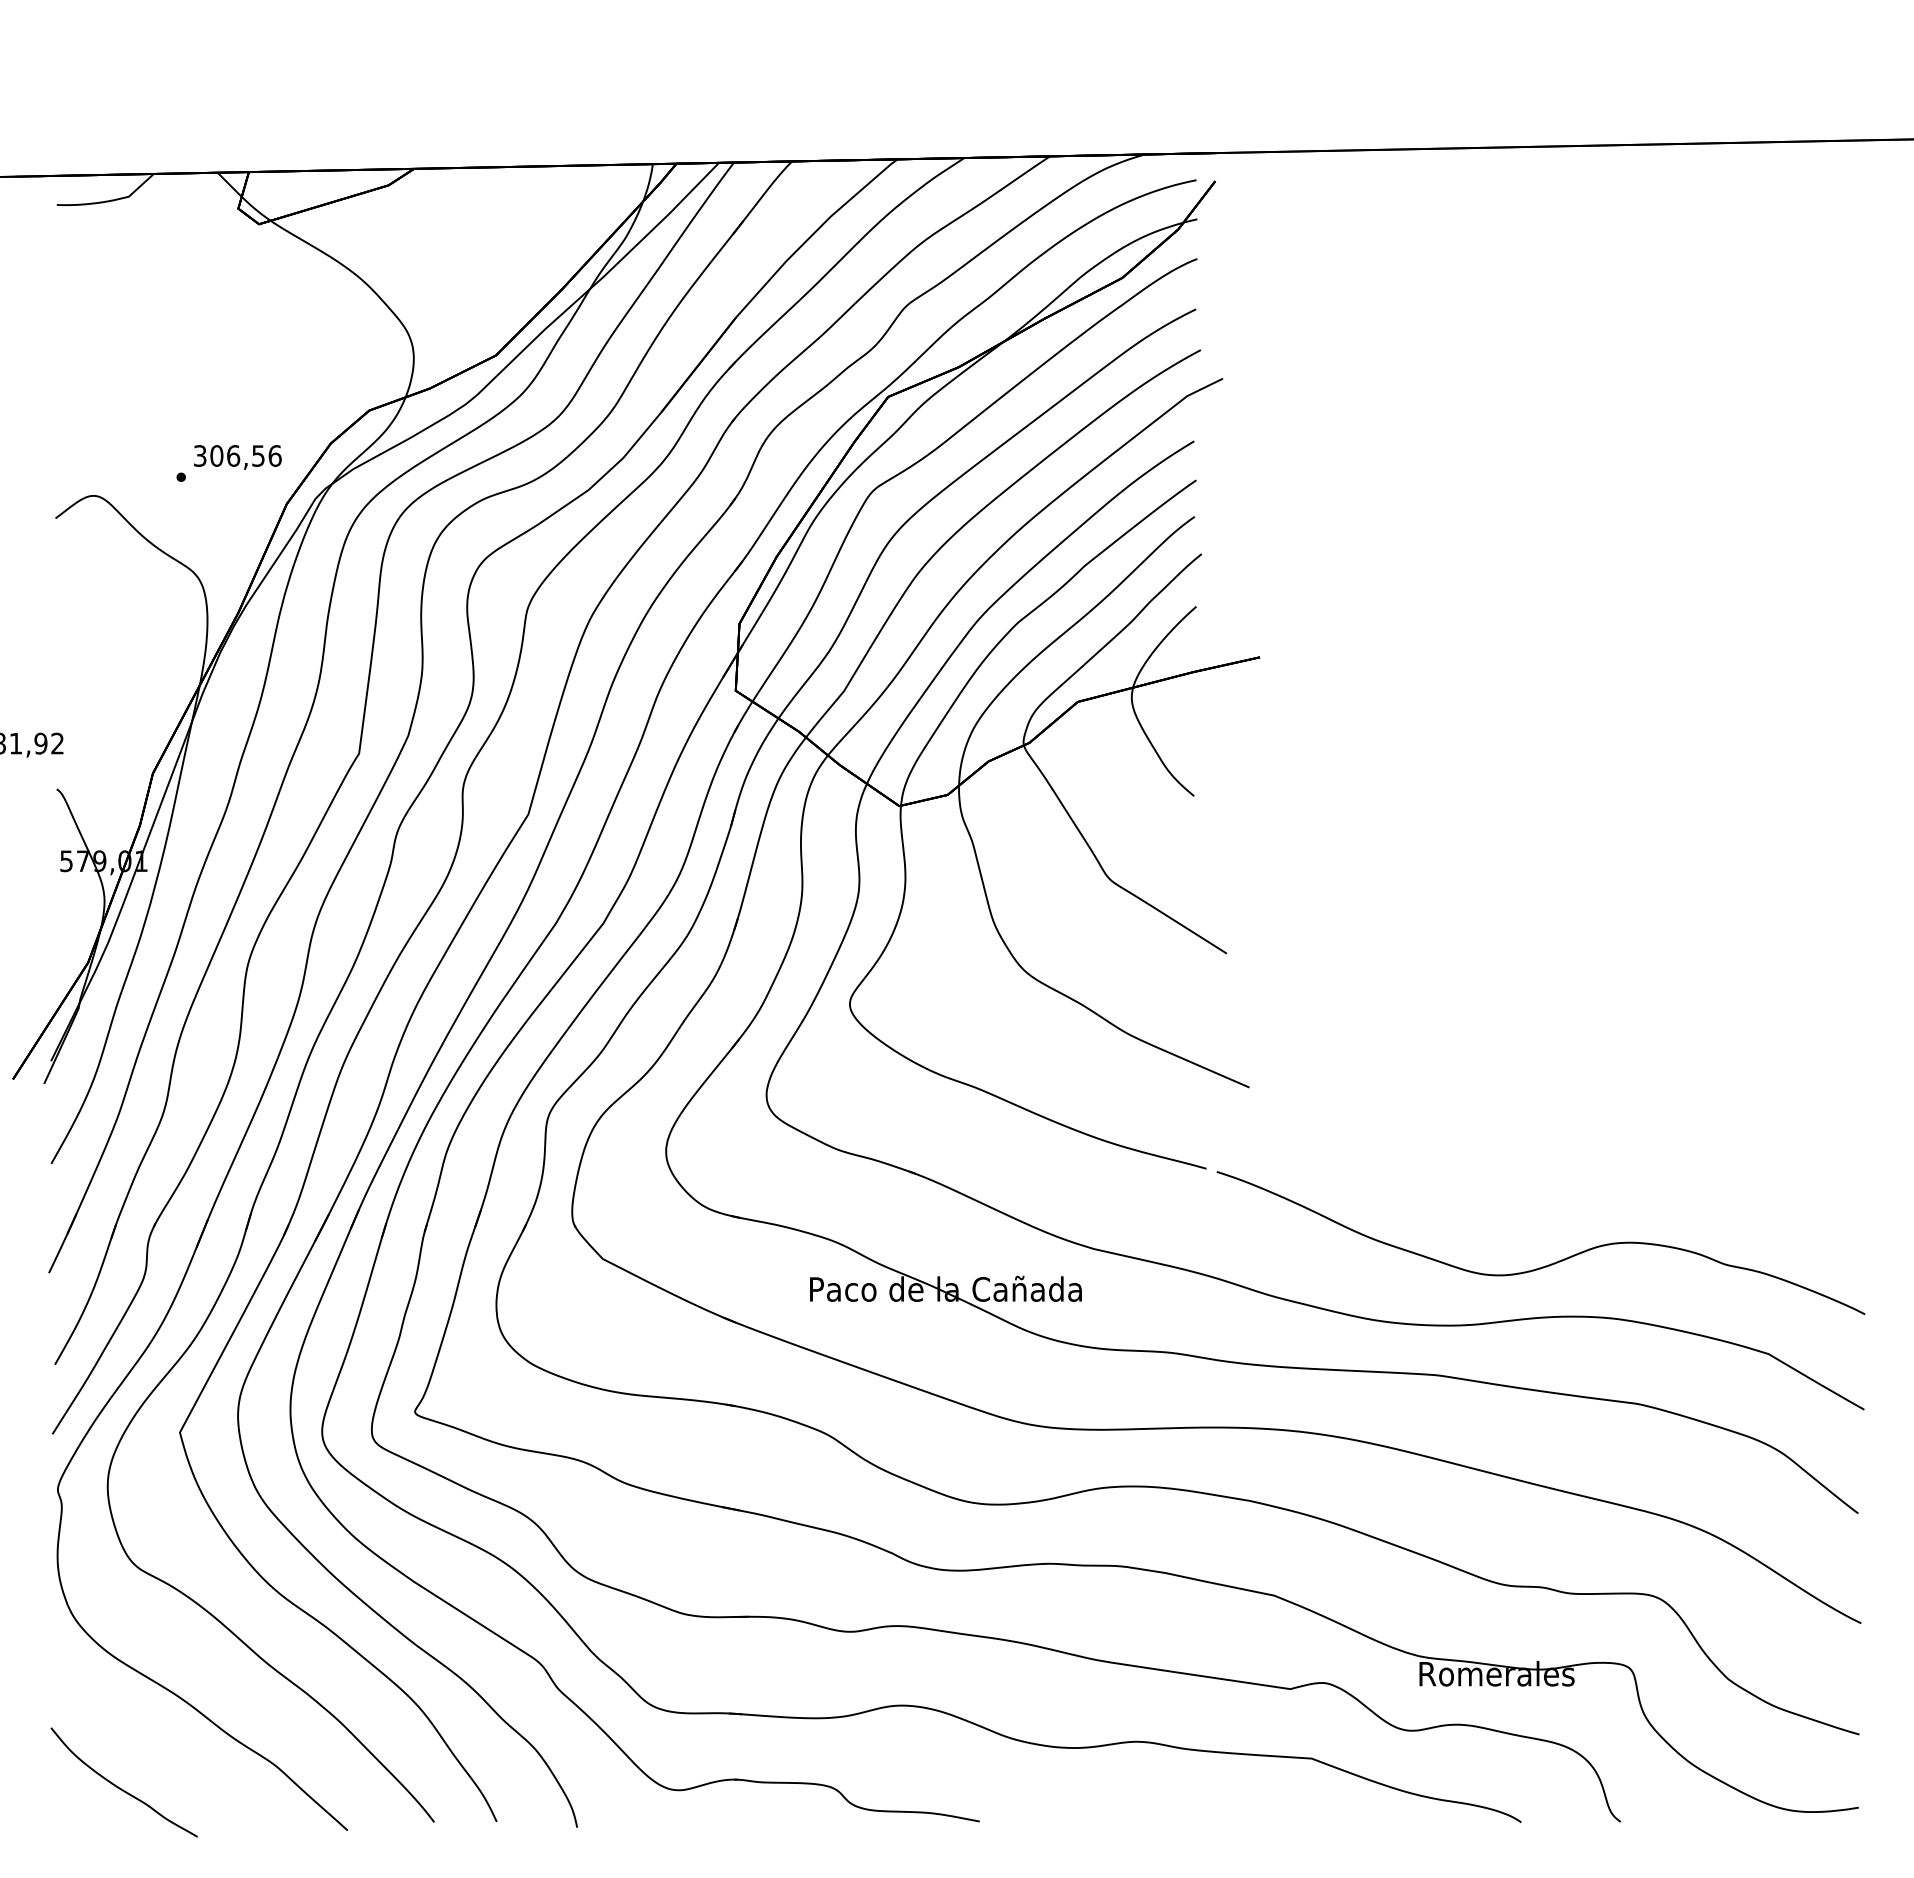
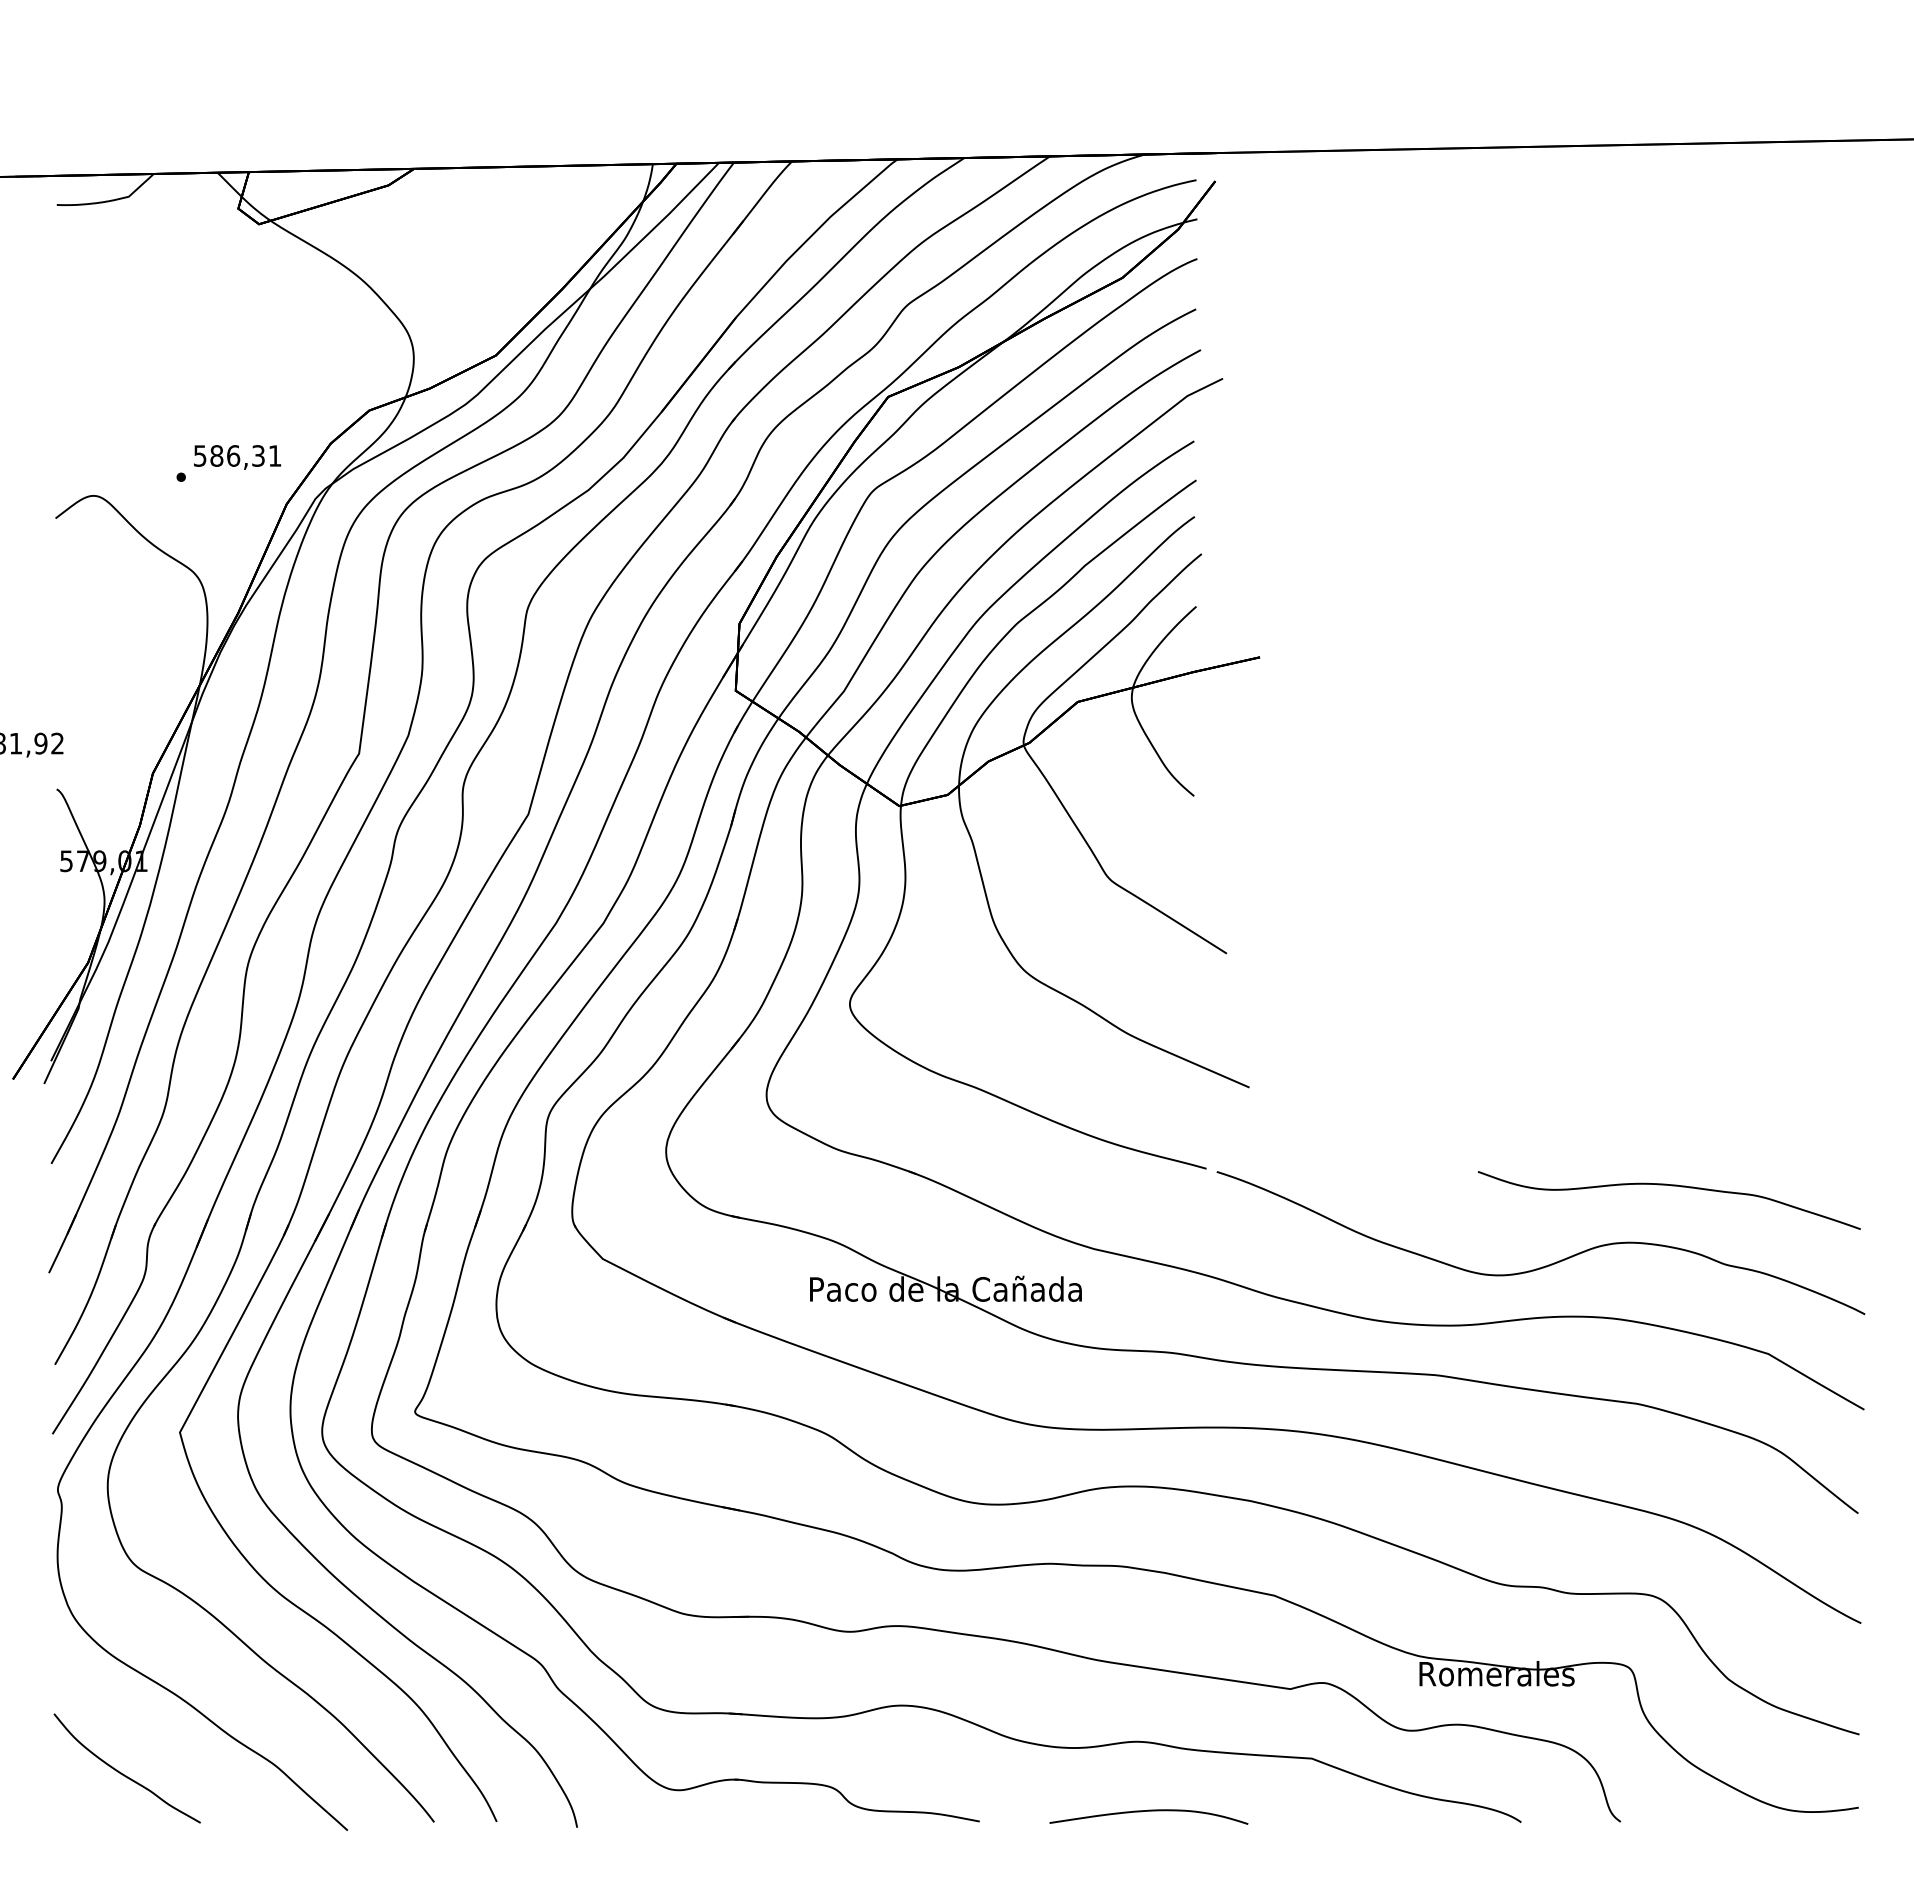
text at (237, 455): 306,56 -> 586,31
curve at (1671, 1186): none -> present
curve at (120, 1787) position: (120, 1787) -> (123, 1773)
curve at (1148, 1811): none -> present
